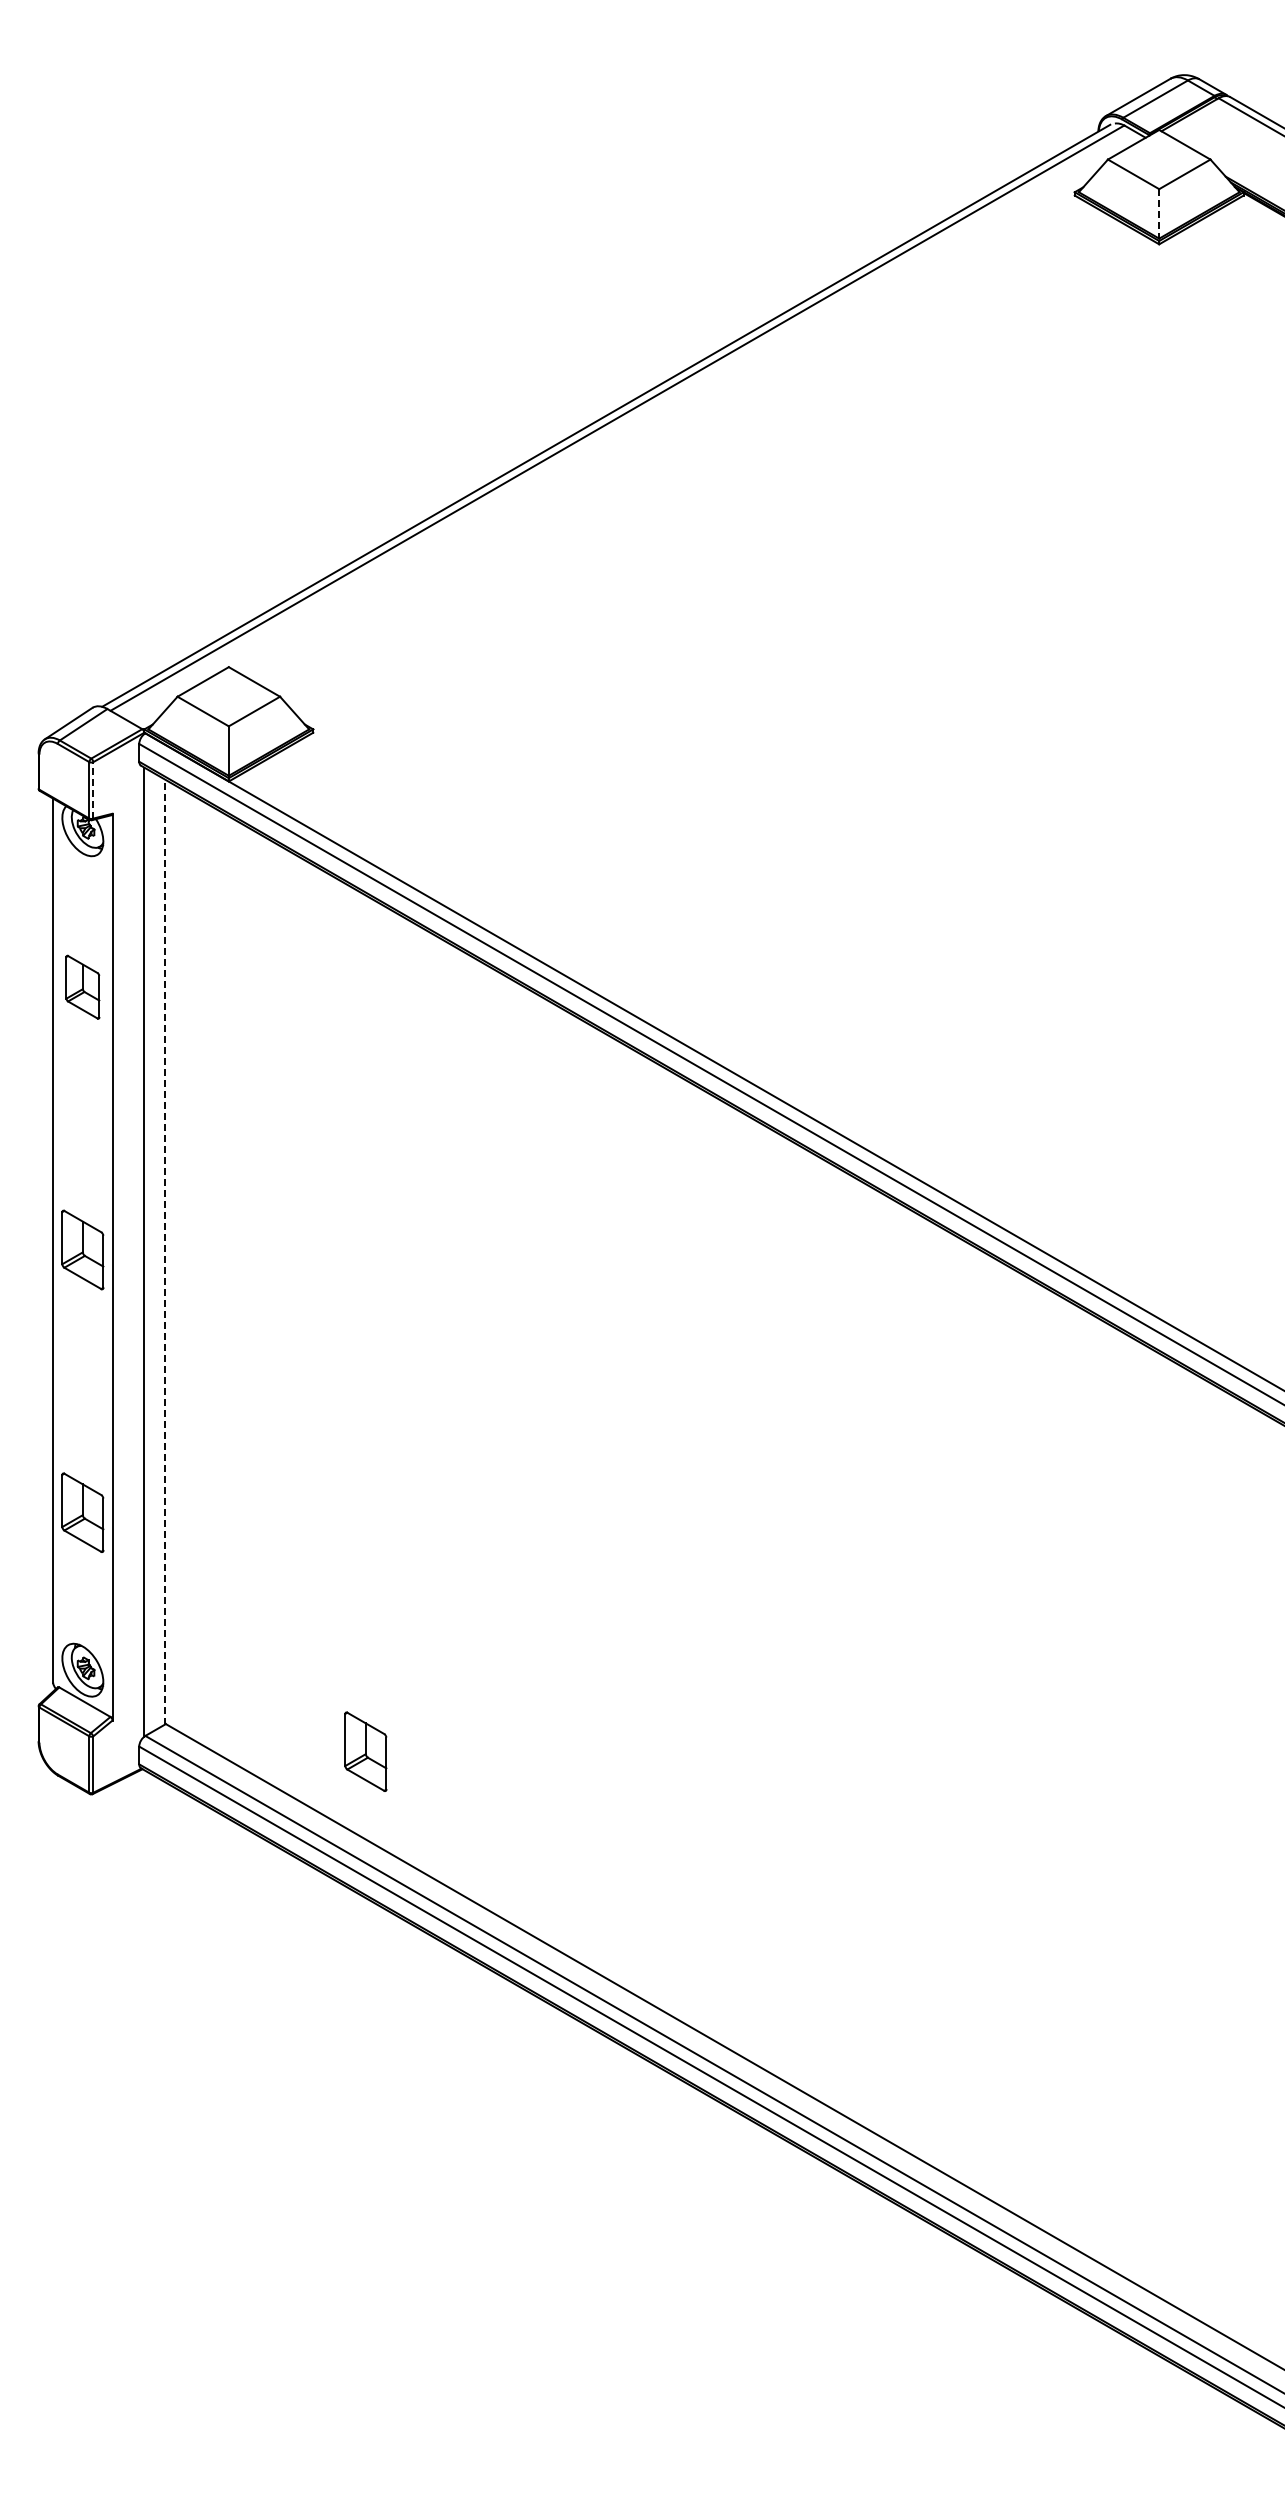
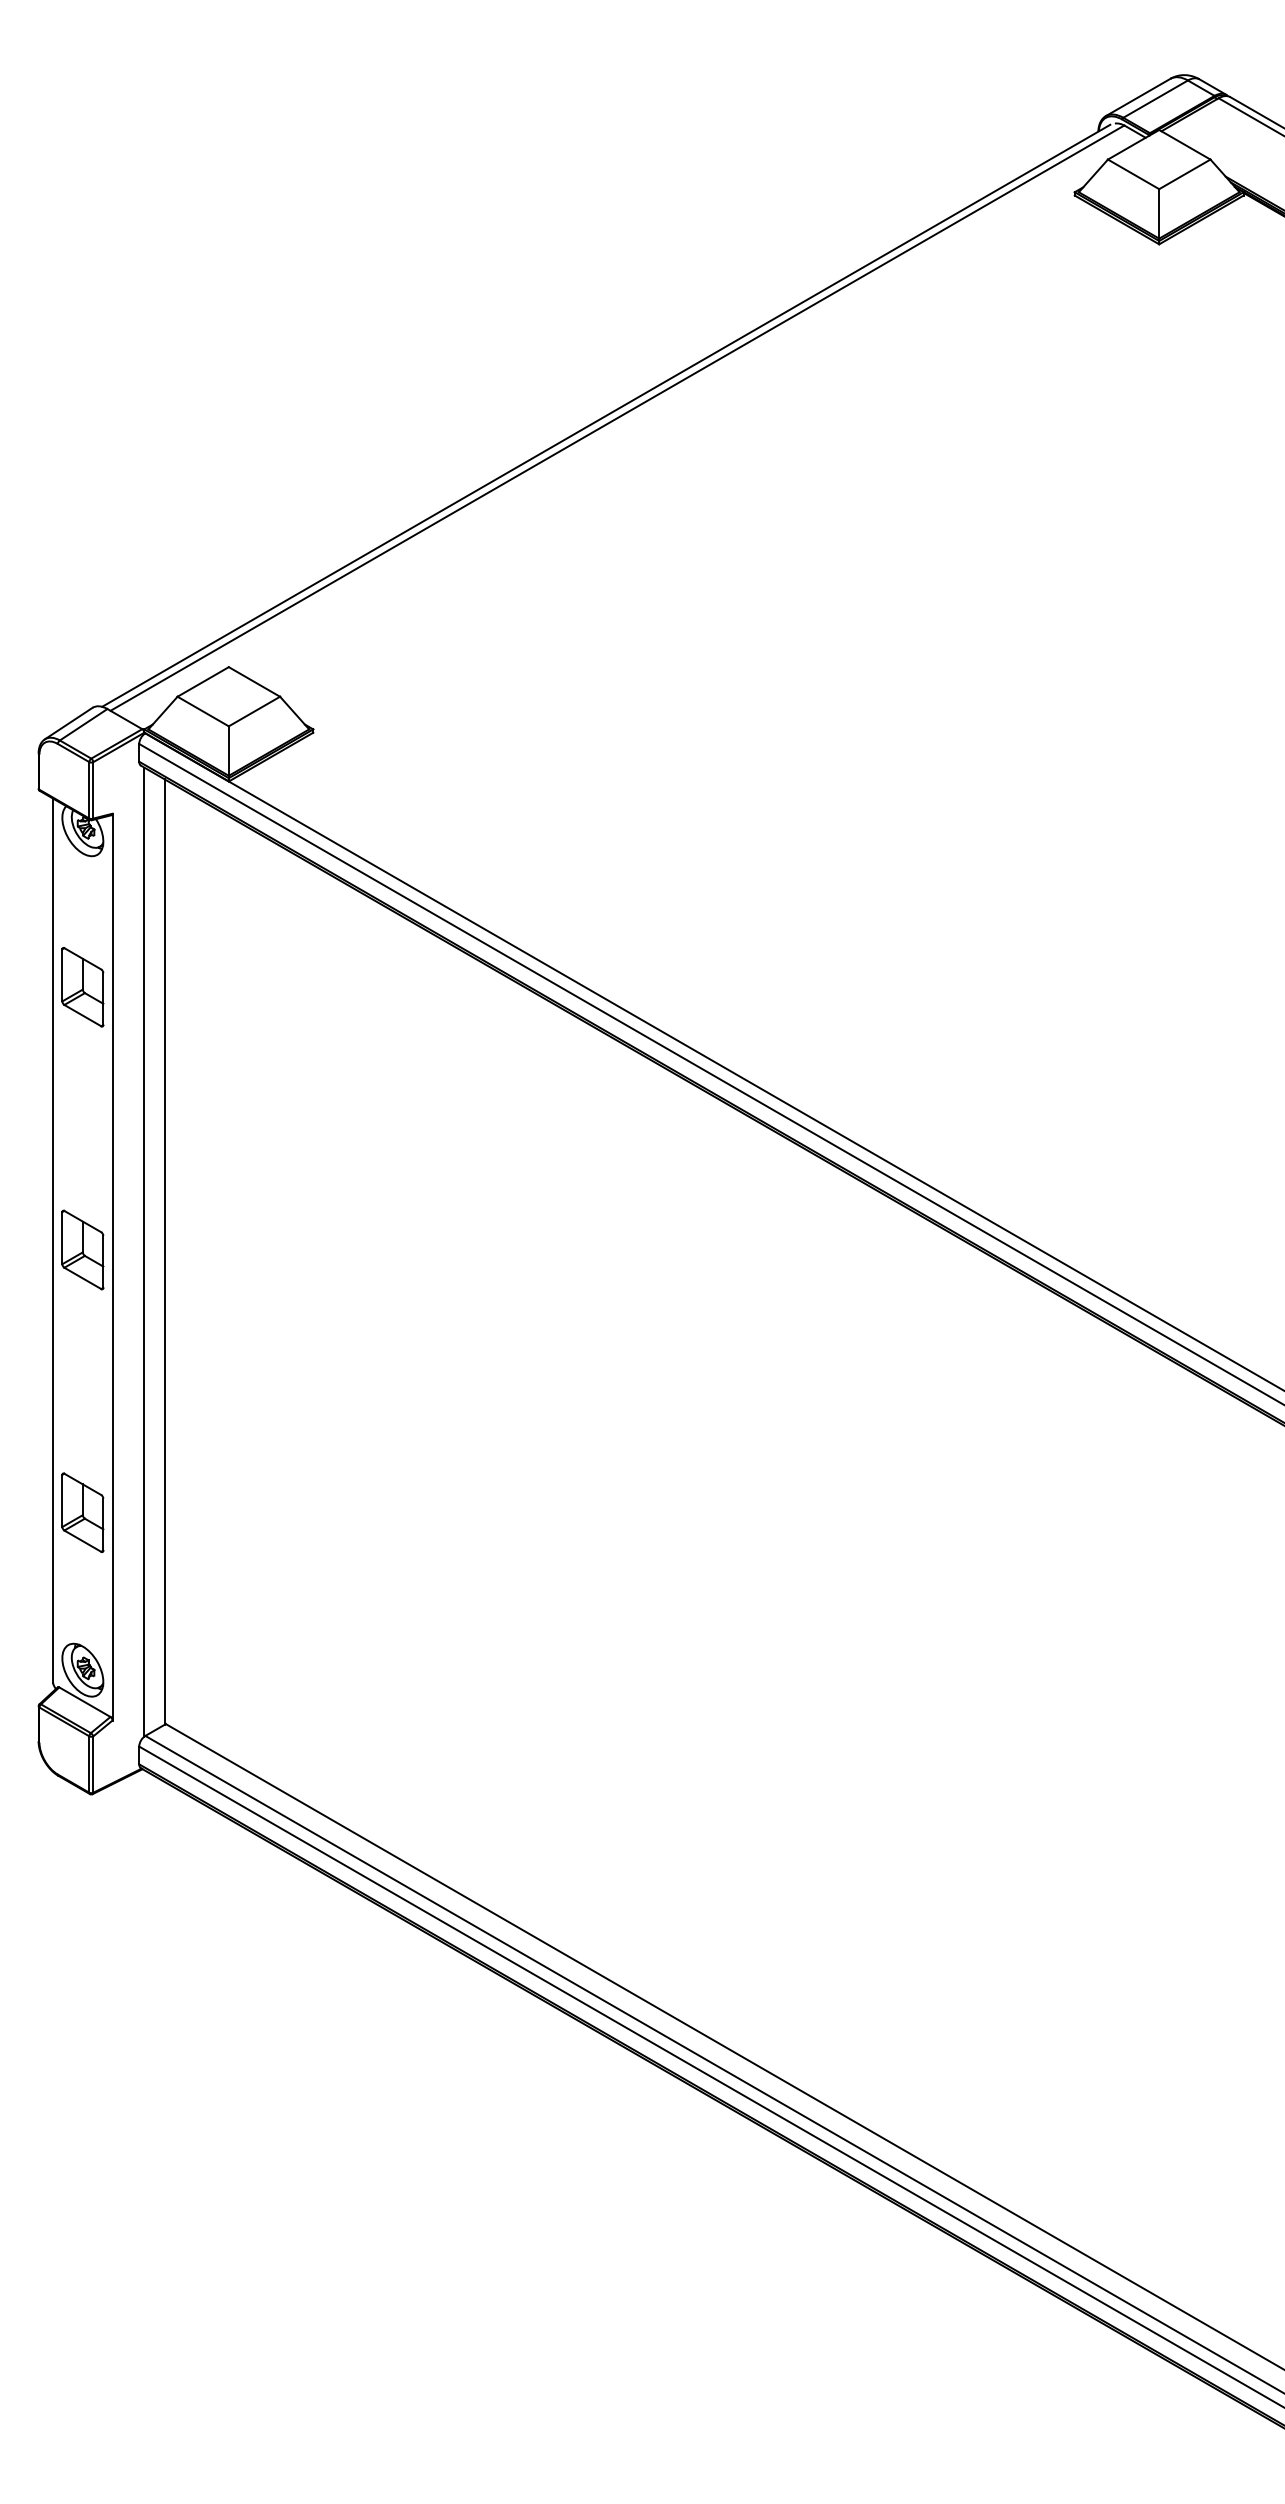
line at (1159, 213): dashed -> solid
line at (93, 789): dashed -> solid
part at (82, 986) size: 36x66 px -> 44x81 px
line at (164, 1252): dashed -> solid
part at (365, 1751): present -> none
